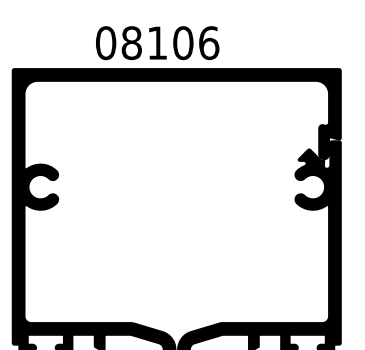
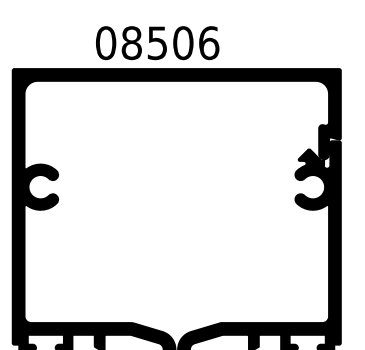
text at (156, 43): 08106 -> 08506
